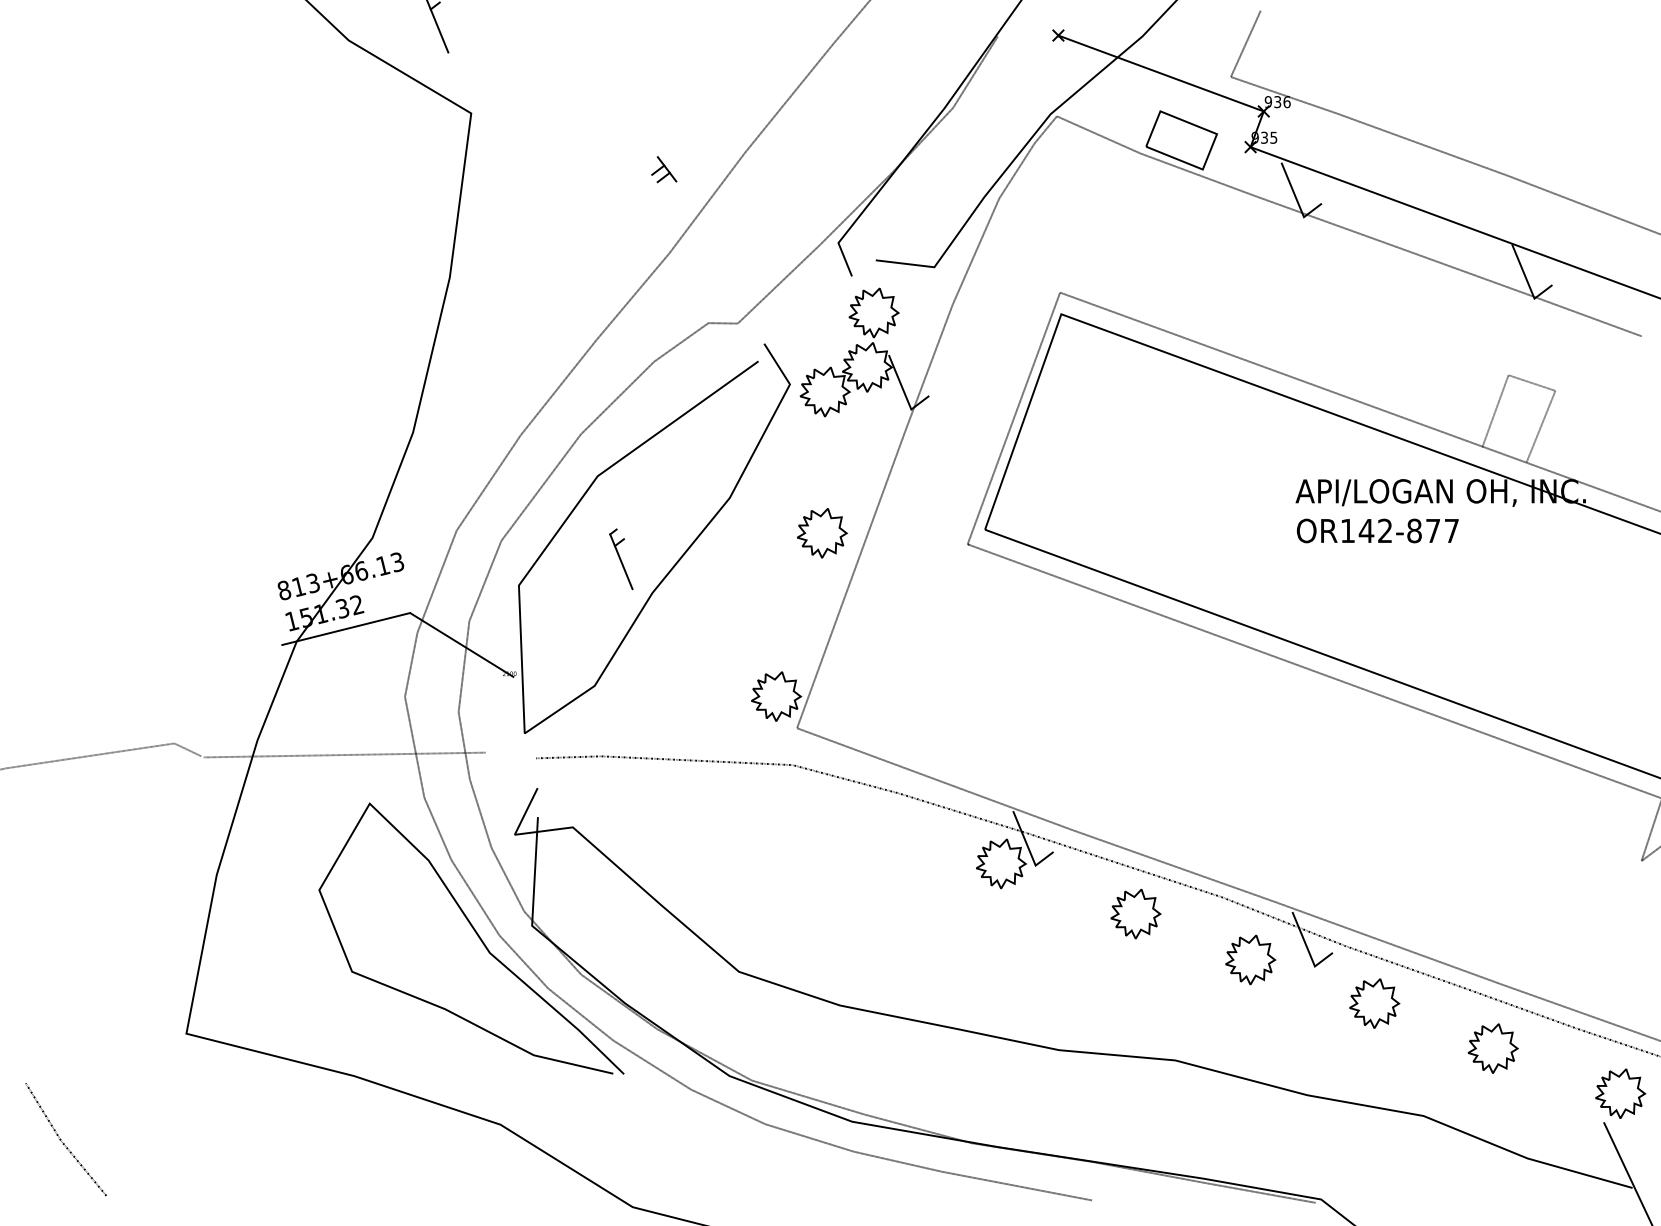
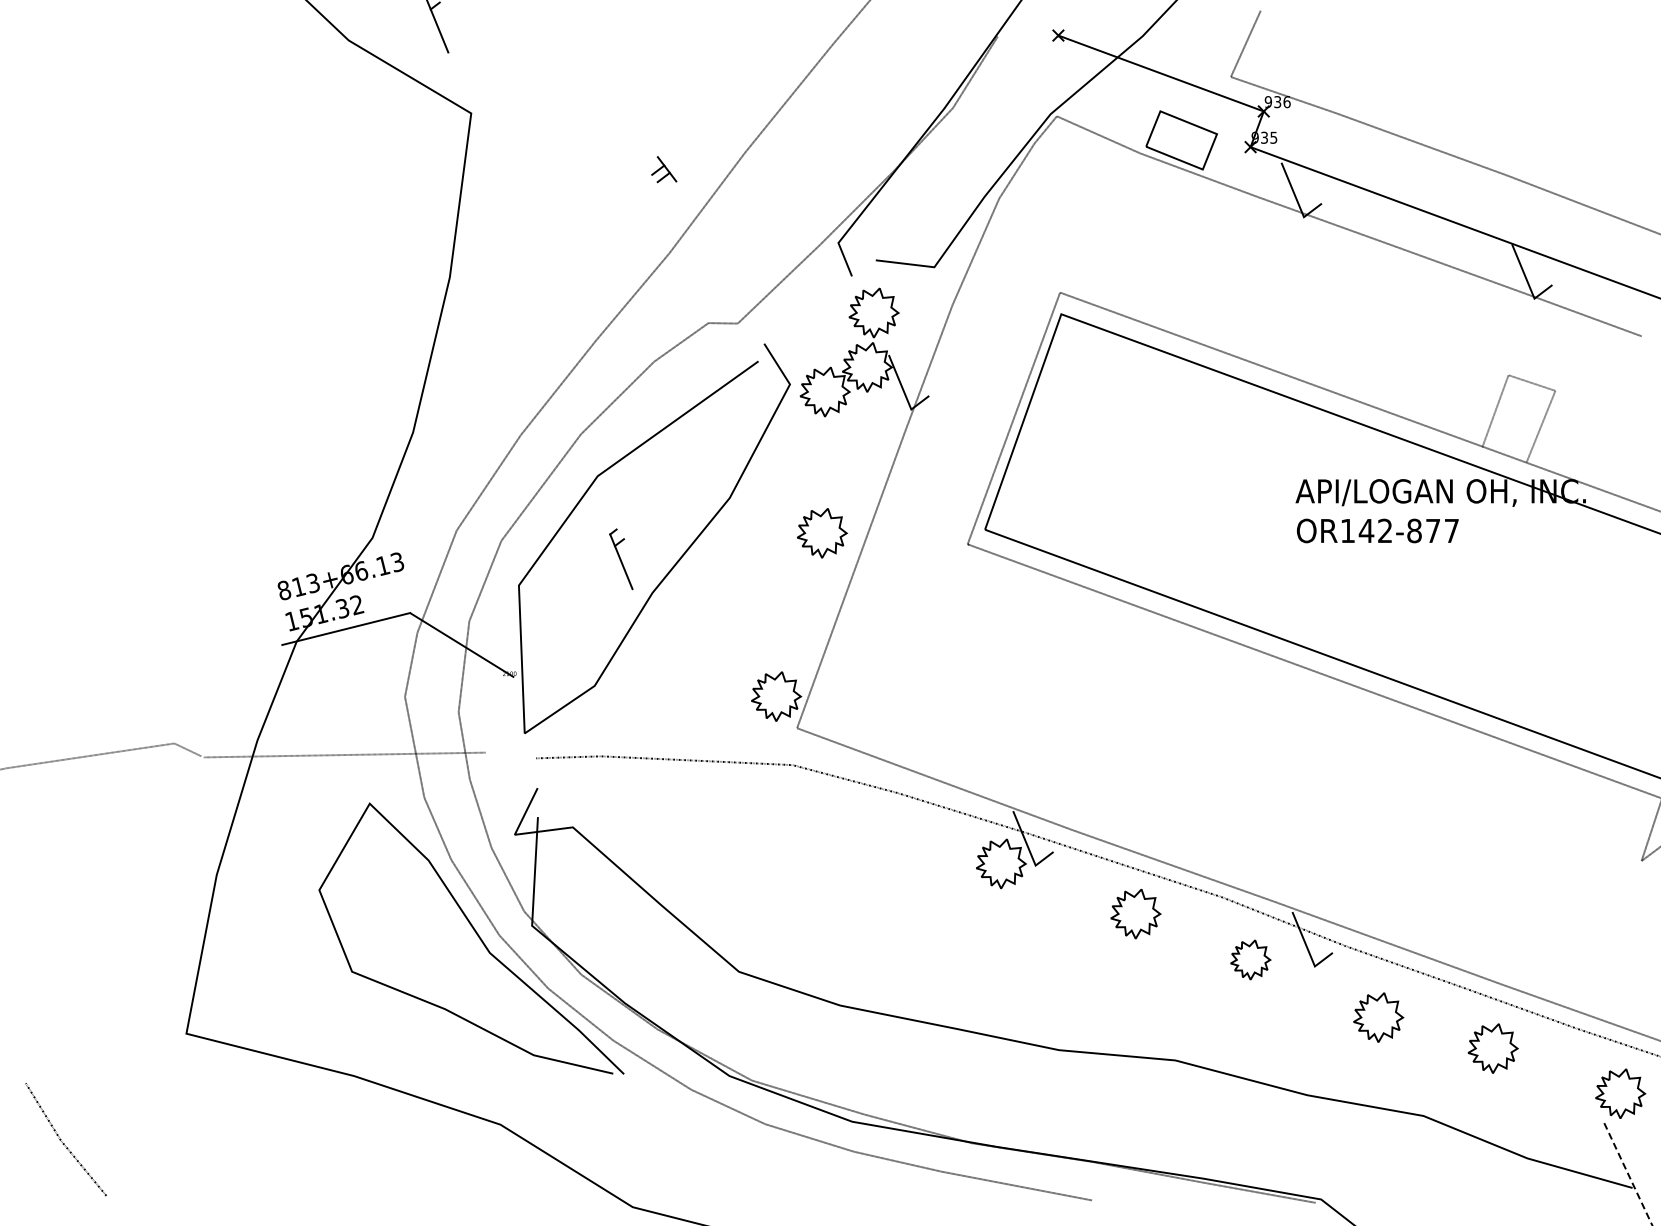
part at (1250, 959) size: 52x52 px -> 42x42 px
part at (1374, 1003) position: (1374, 1003) -> (1378, 1017)
line at (1628, 1174): solid -> dashed
